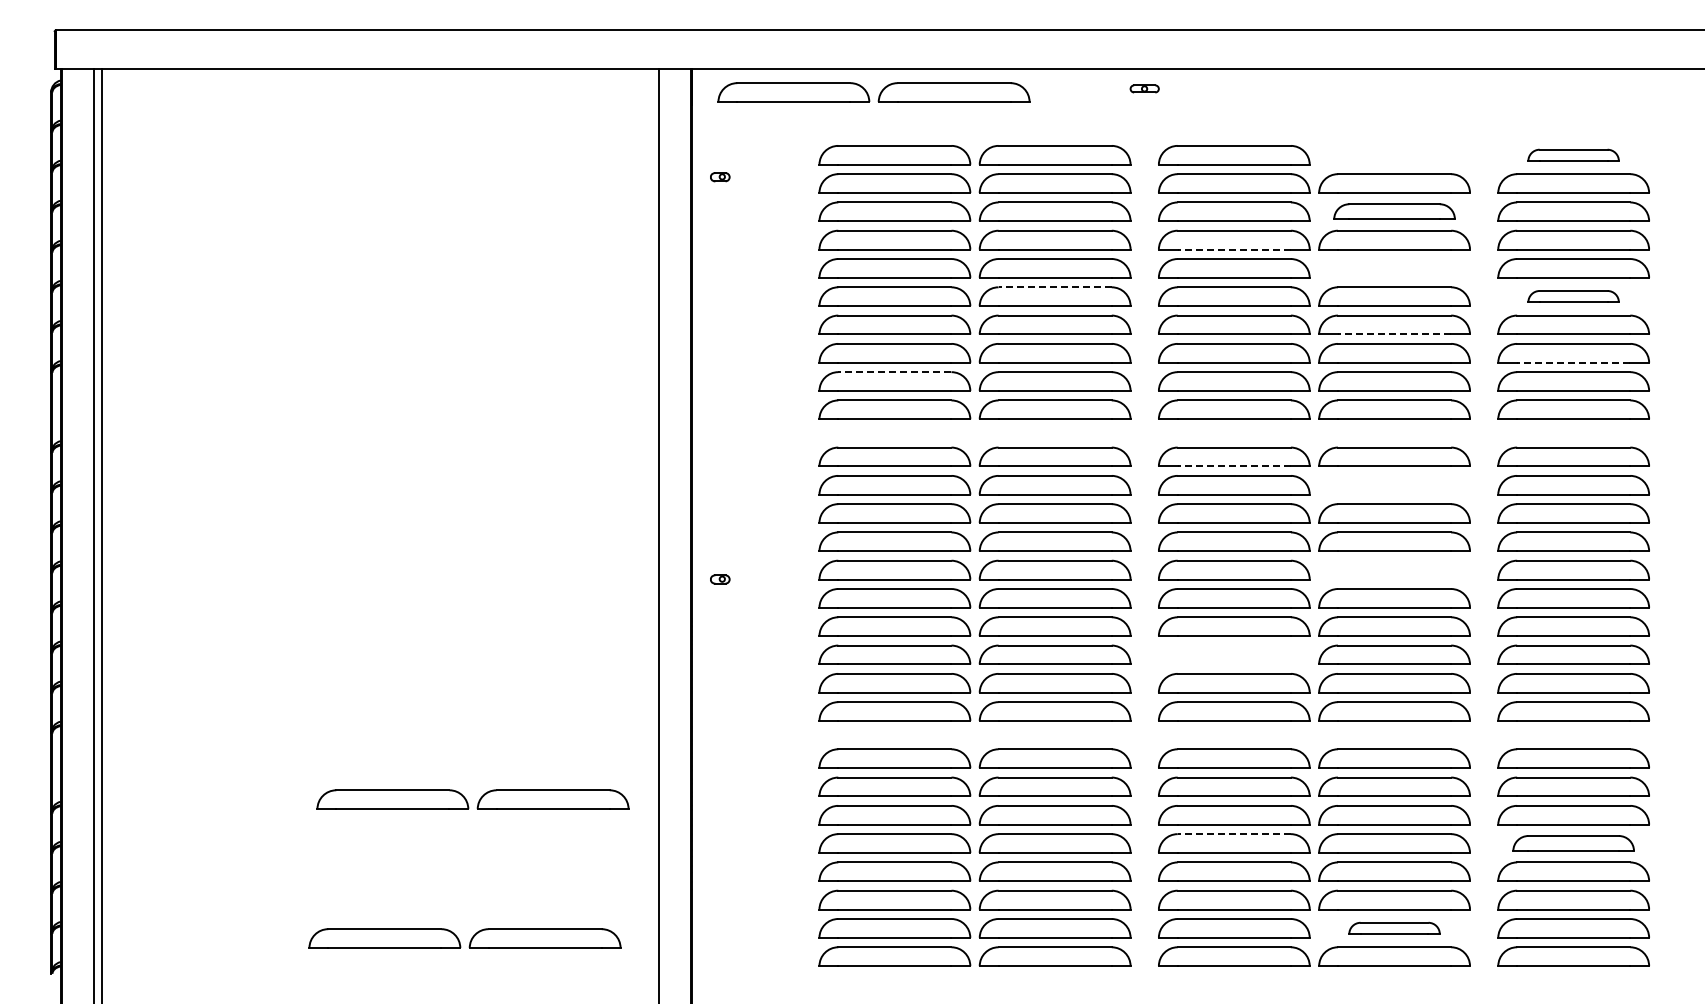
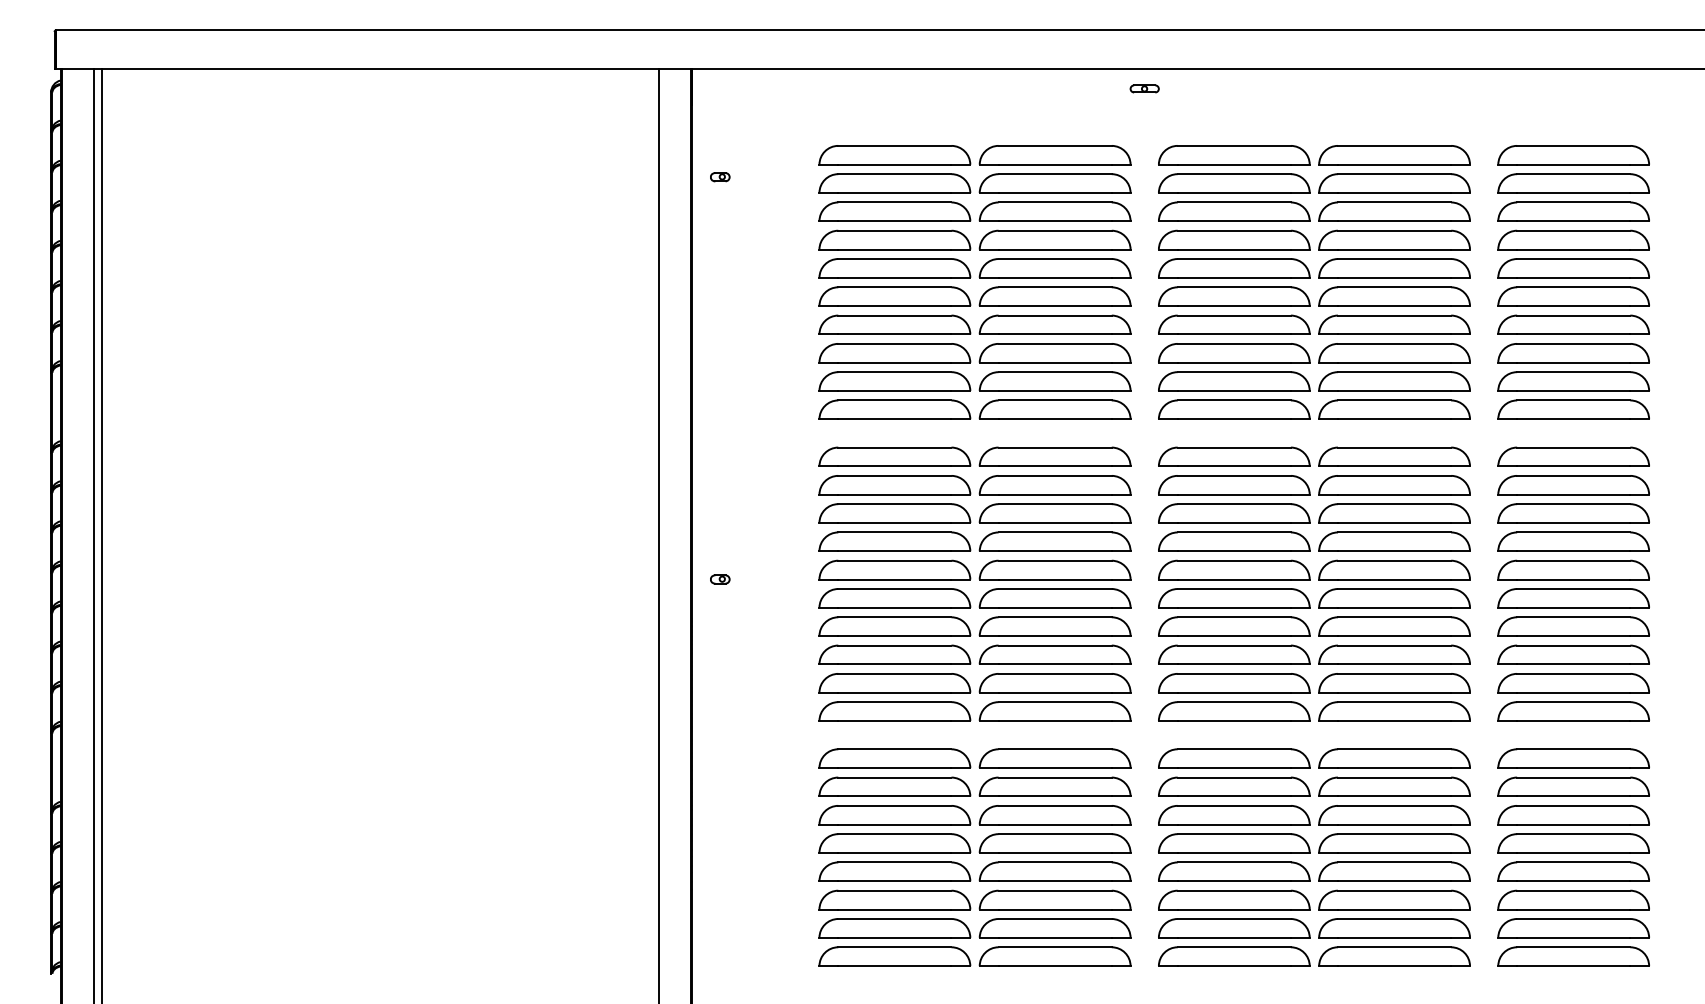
part at (873, 92): present -> none
part at (1573, 154) size: 93x14 px -> 153x21 px
part at (1394, 155): none -> present
part at (1394, 211) size: 123x17 px -> 153x21 px
line at (1234, 249): dashed -> solid
part at (1394, 268): none -> present
line at (1055, 287): dashed -> solid
part at (1573, 296) size: 93x13 px -> 153x21 px
line at (1394, 334): dashed -> solid
line at (1573, 362): dashed -> solid
line at (894, 372): dashed -> solid
line at (1234, 466): dashed -> solid
part at (1394, 485): none -> present
part at (1394, 569): none -> present
part at (1234, 654): none -> present
part at (472, 799): present -> none
line at (1234, 834): dashed -> solid
part at (1573, 843) size: 123x17 px -> 153x21 px
part at (1394, 927) size: 93x14 px -> 153x21 px
part at (464, 938): present -> none
